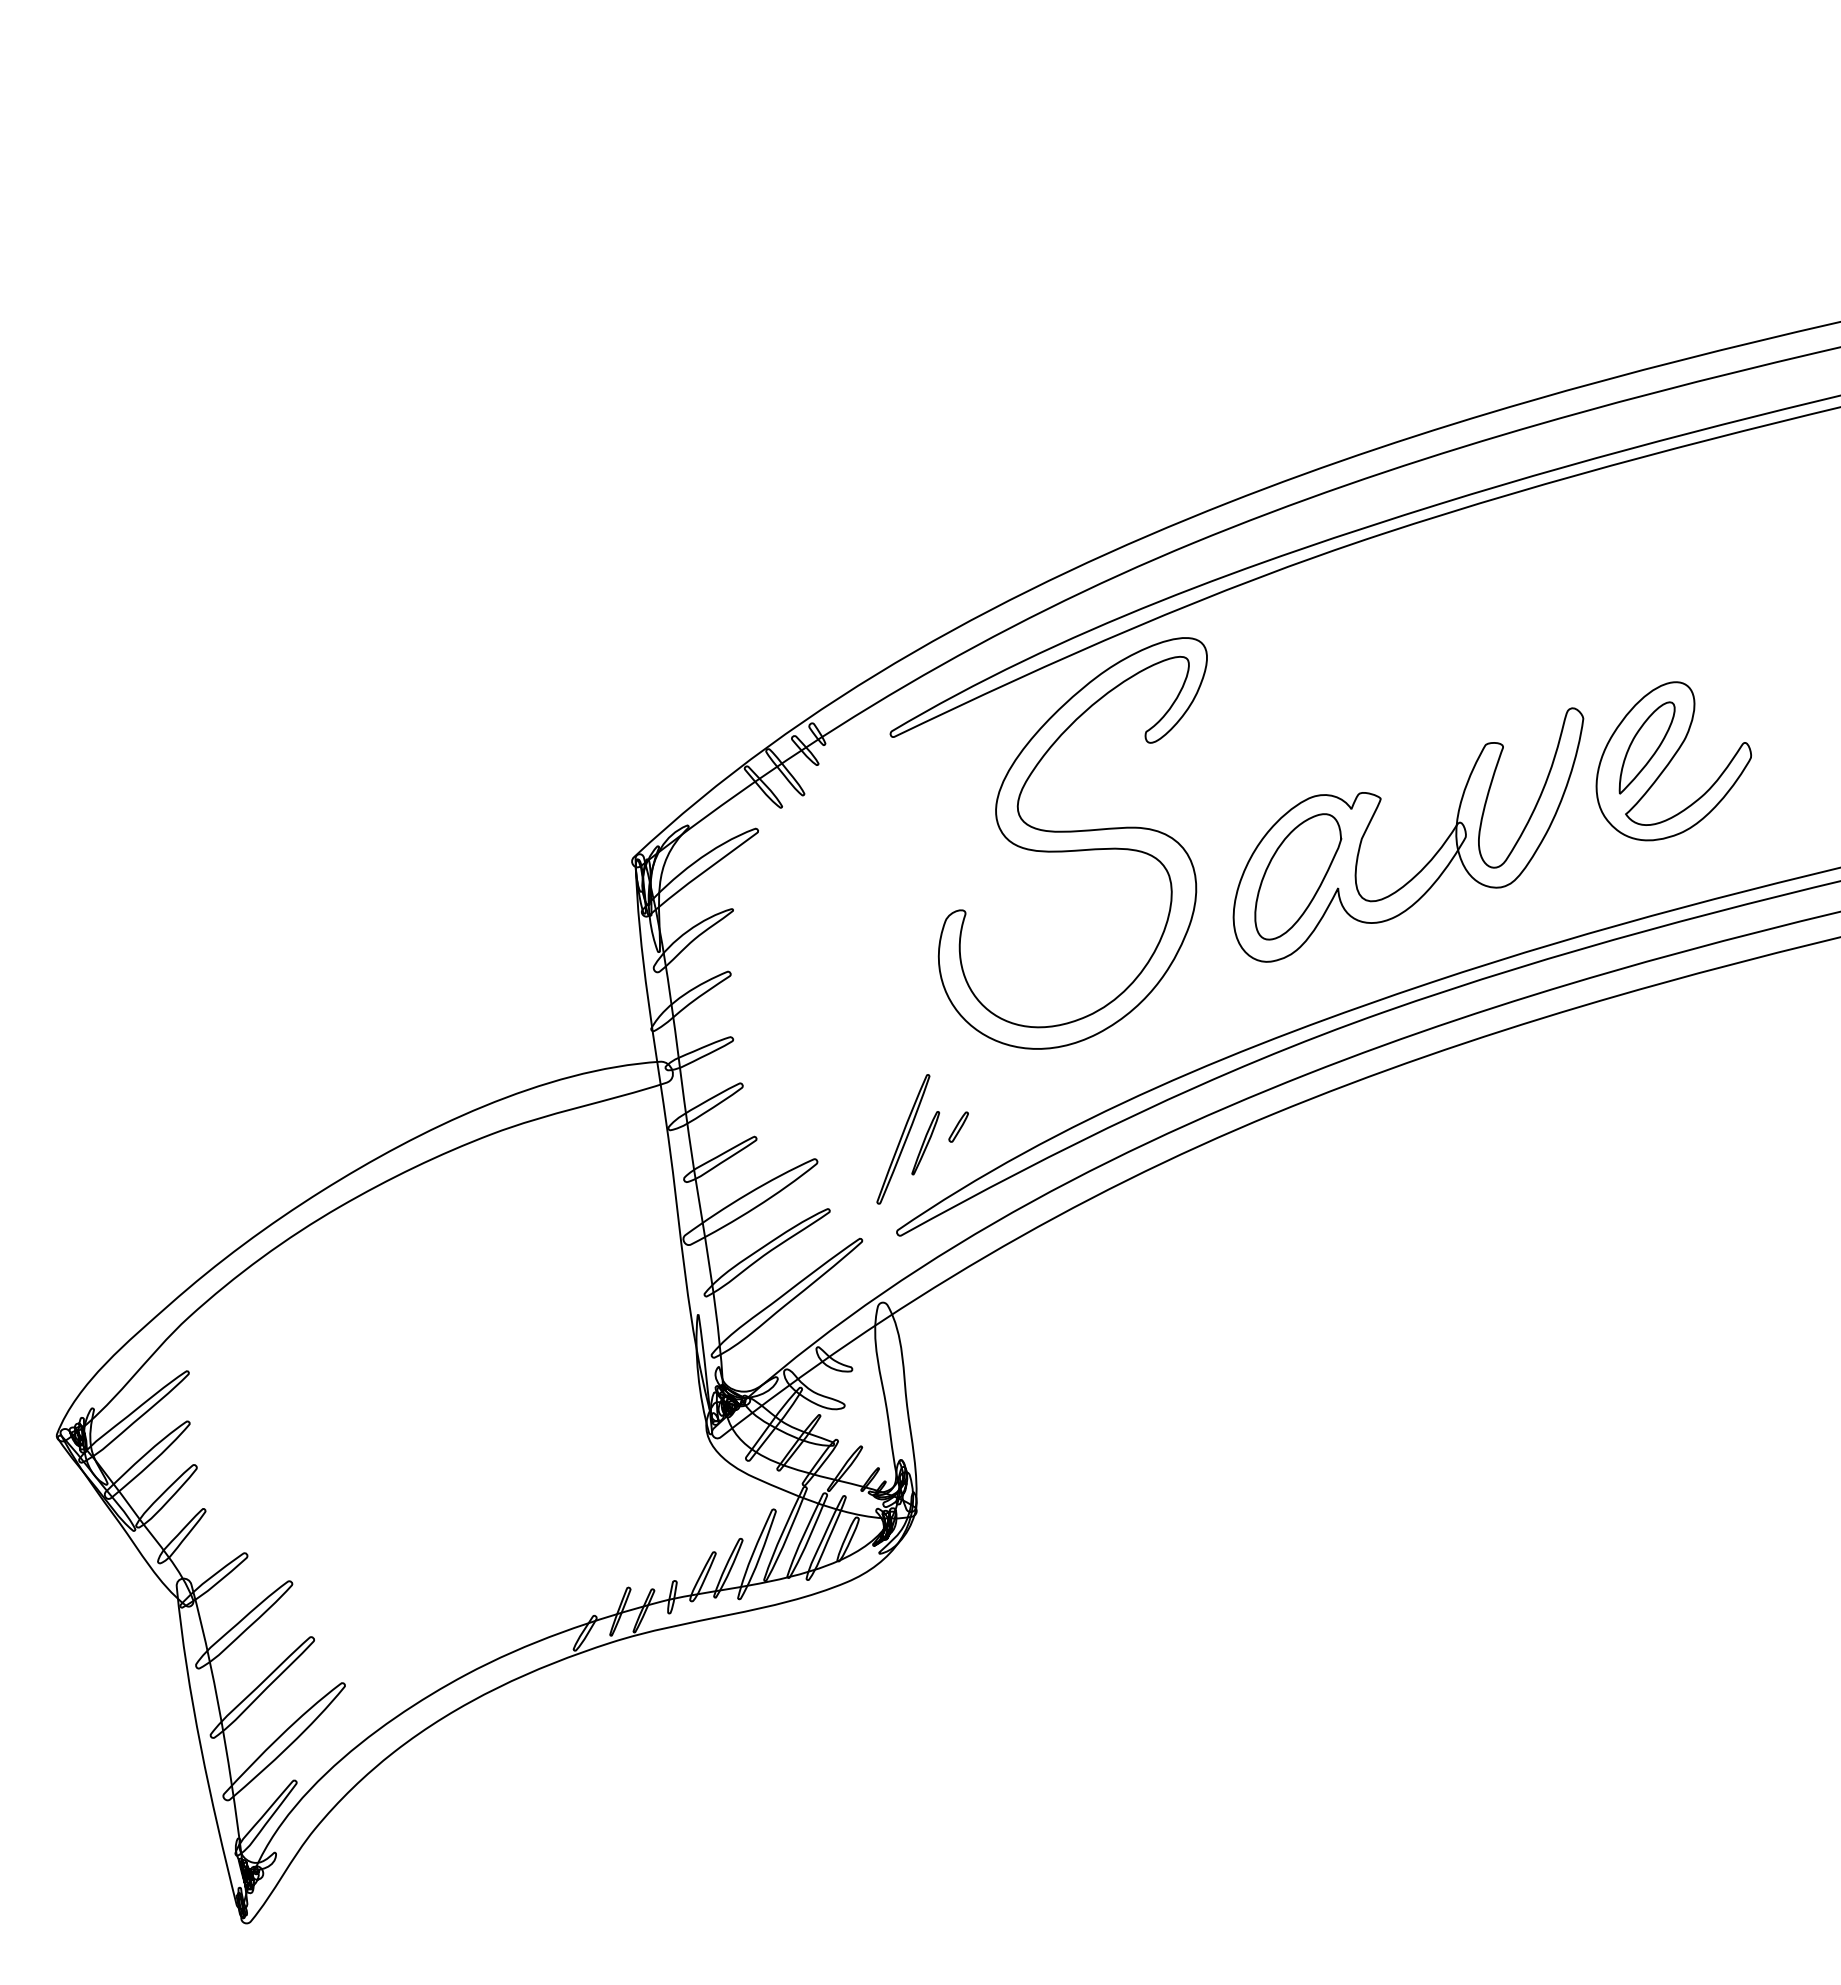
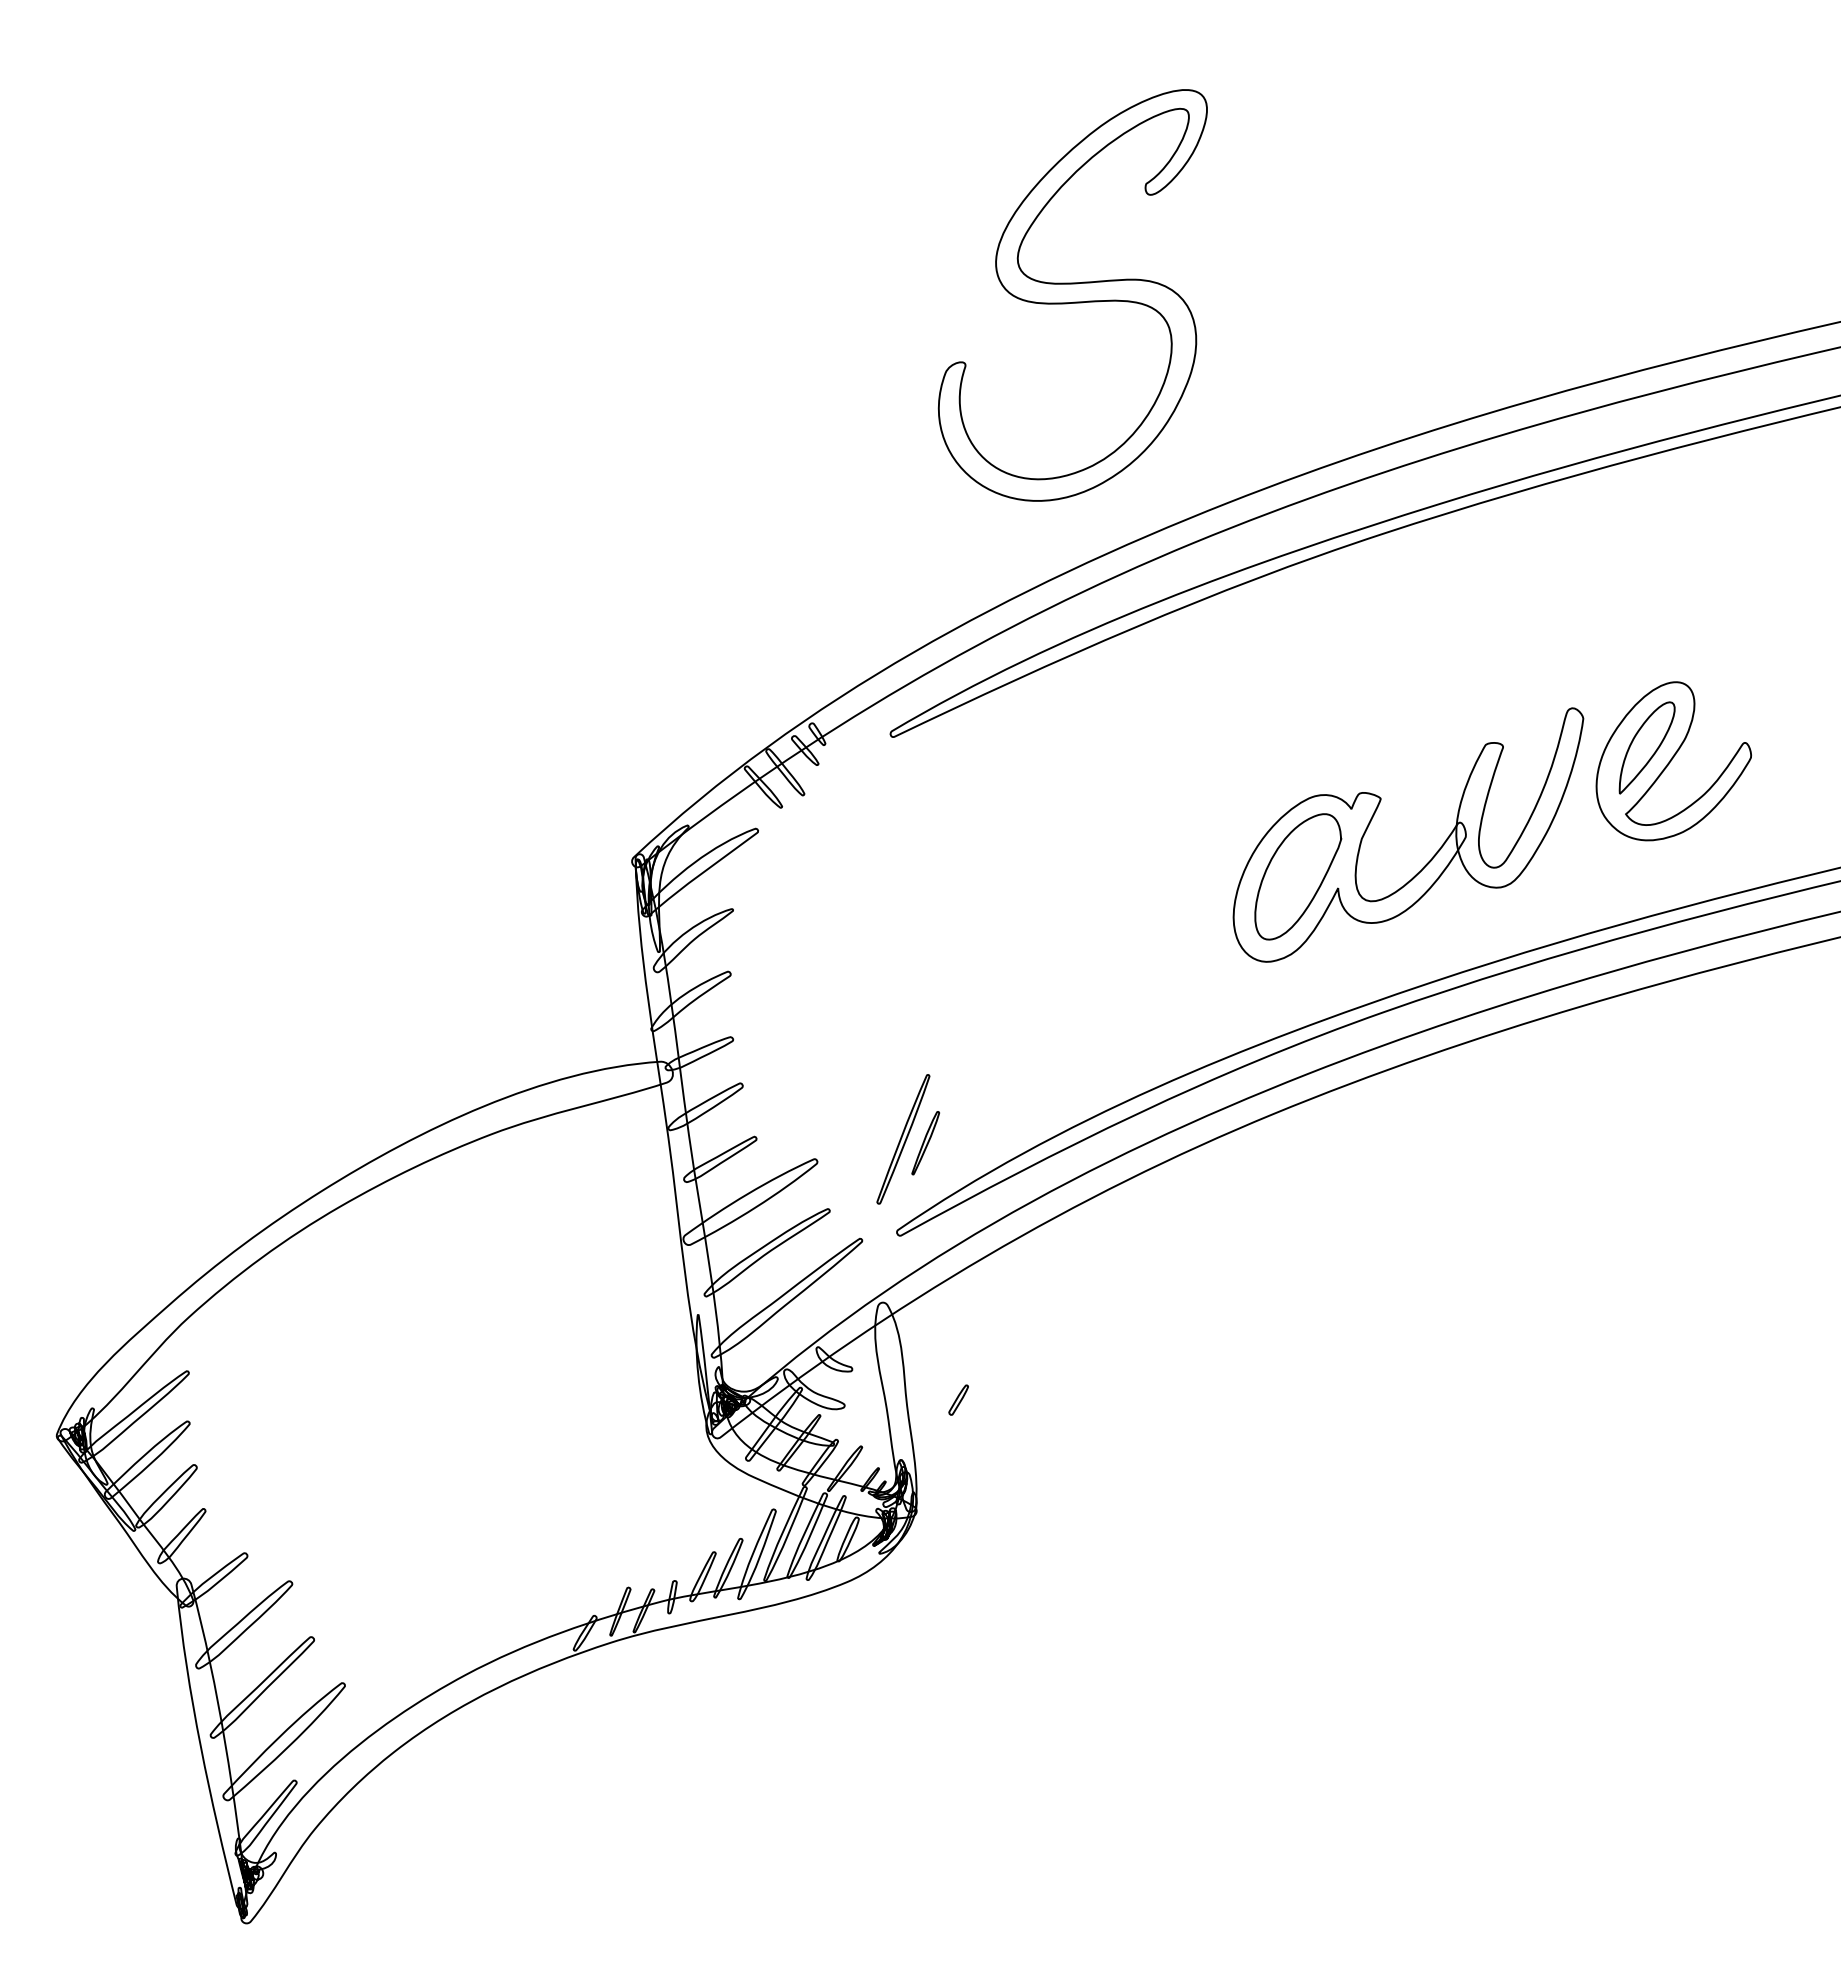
part at (1072, 843) position: (1072, 843) -> (1072, 295)
part at (958, 1126) position: (958, 1126) -> (958, 1399)
